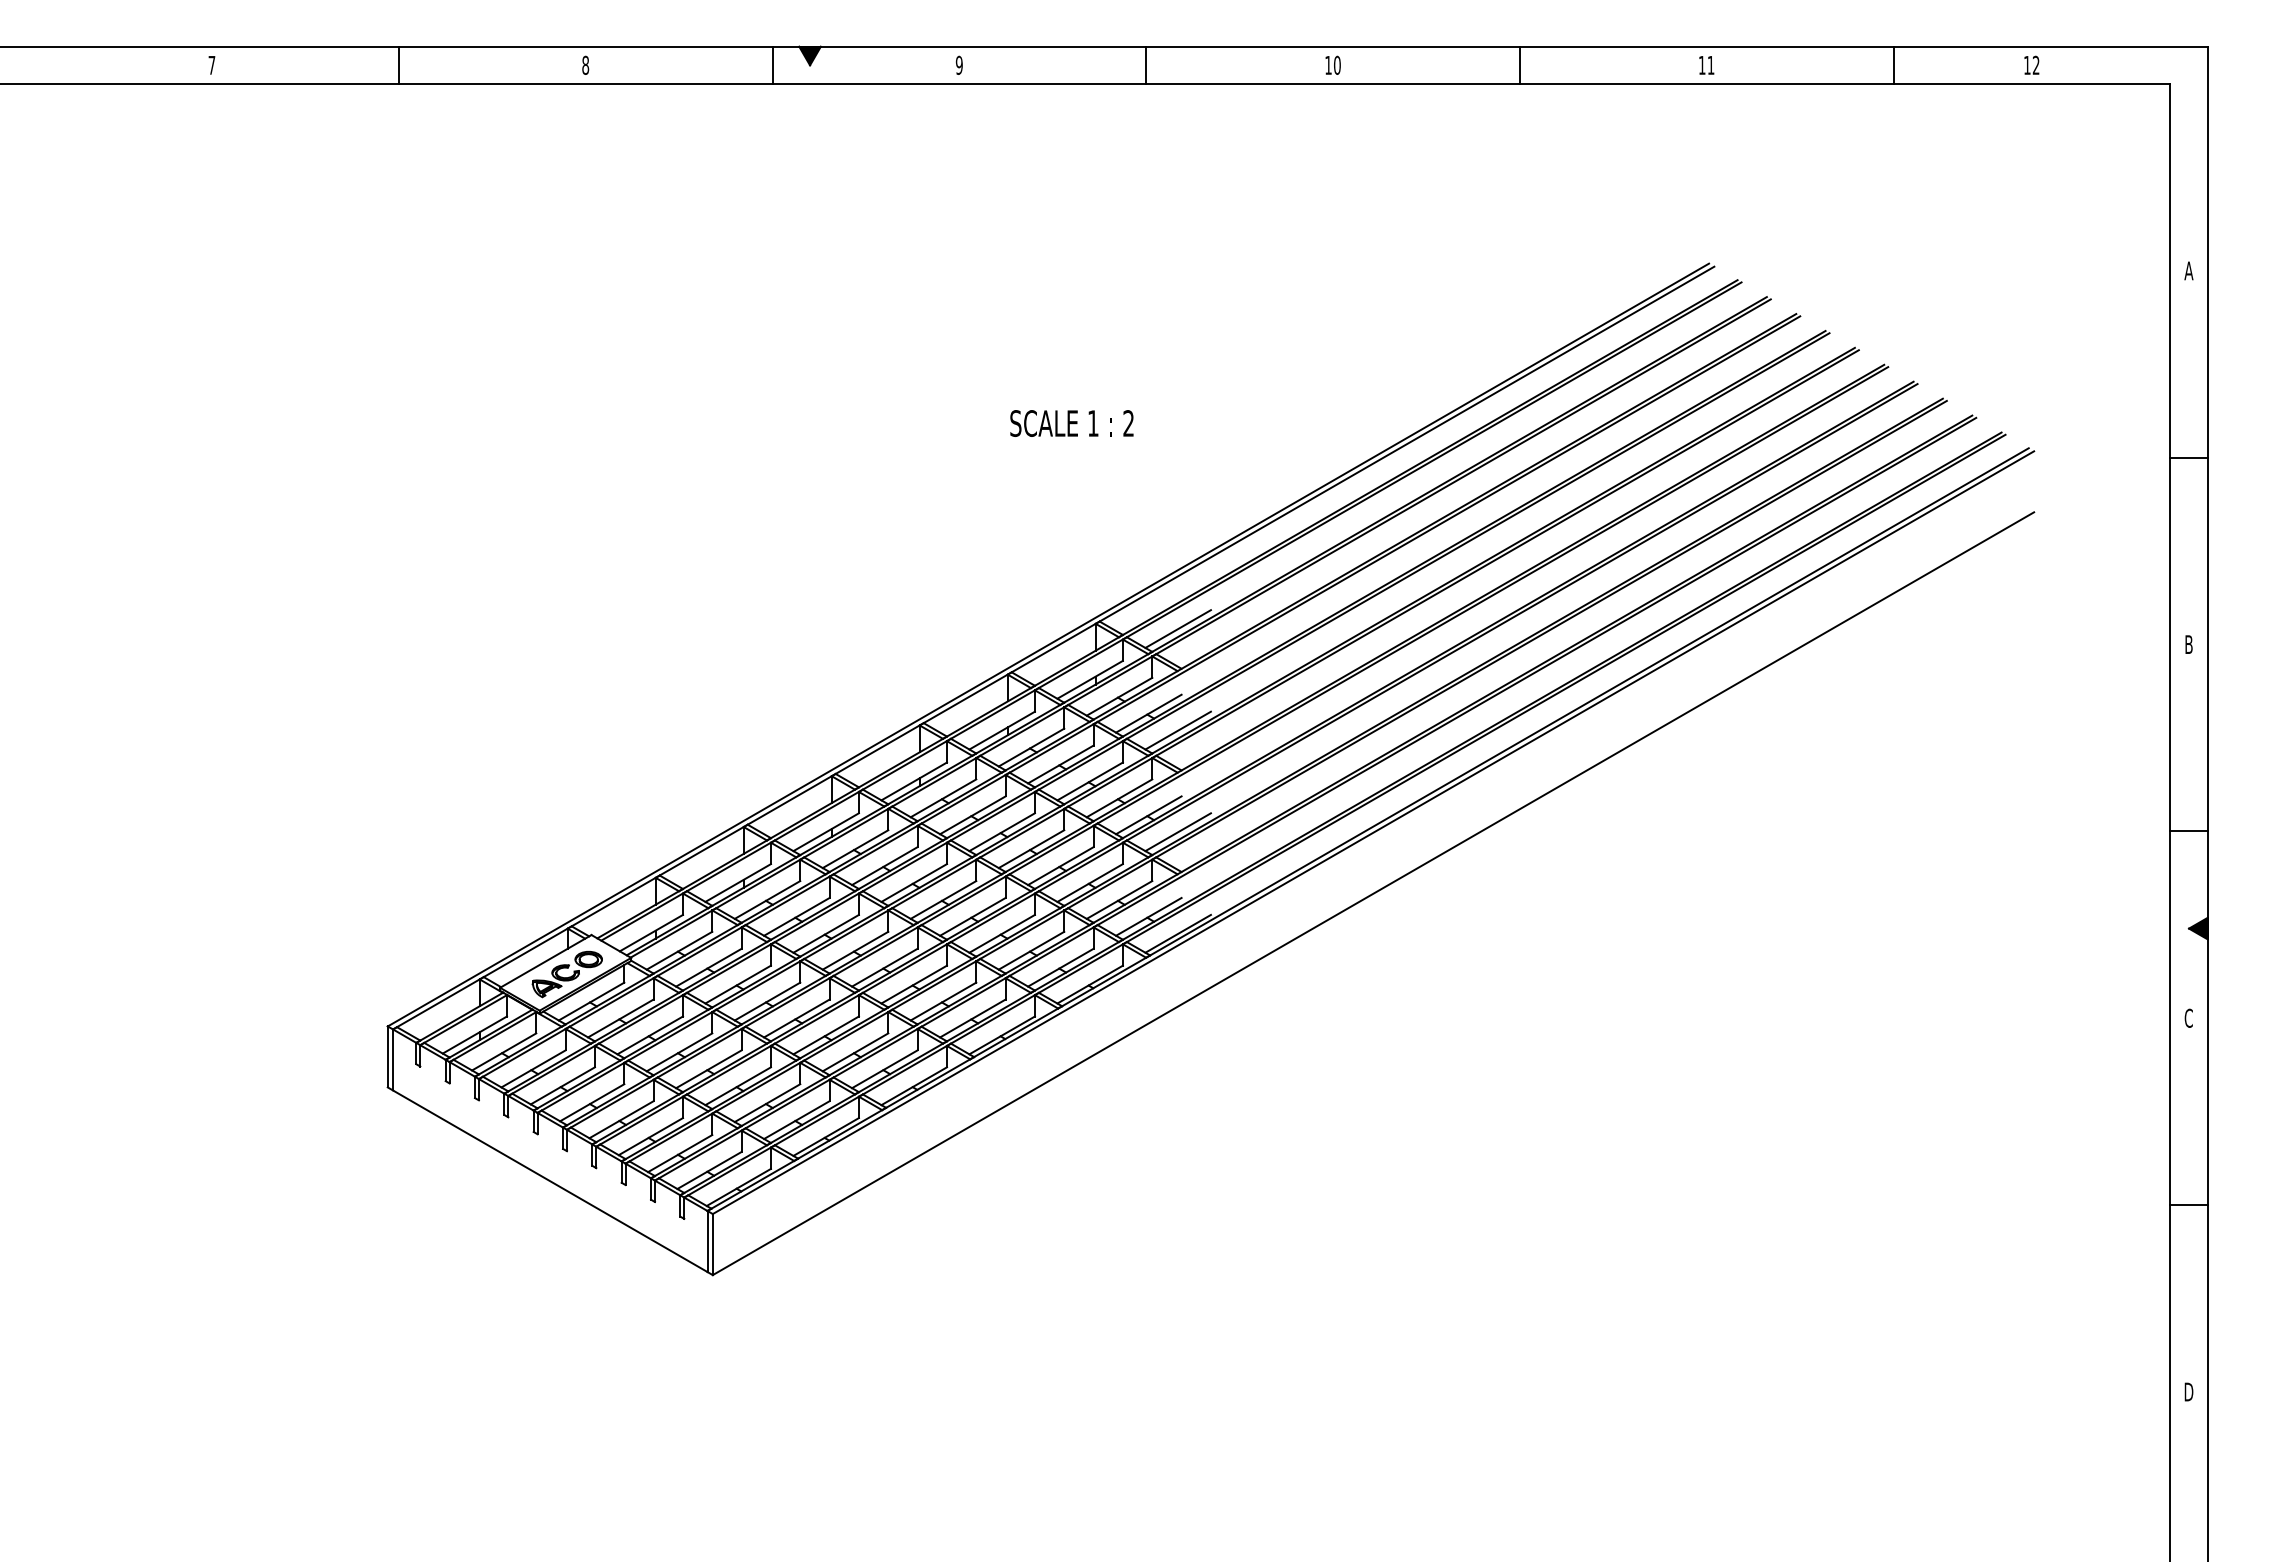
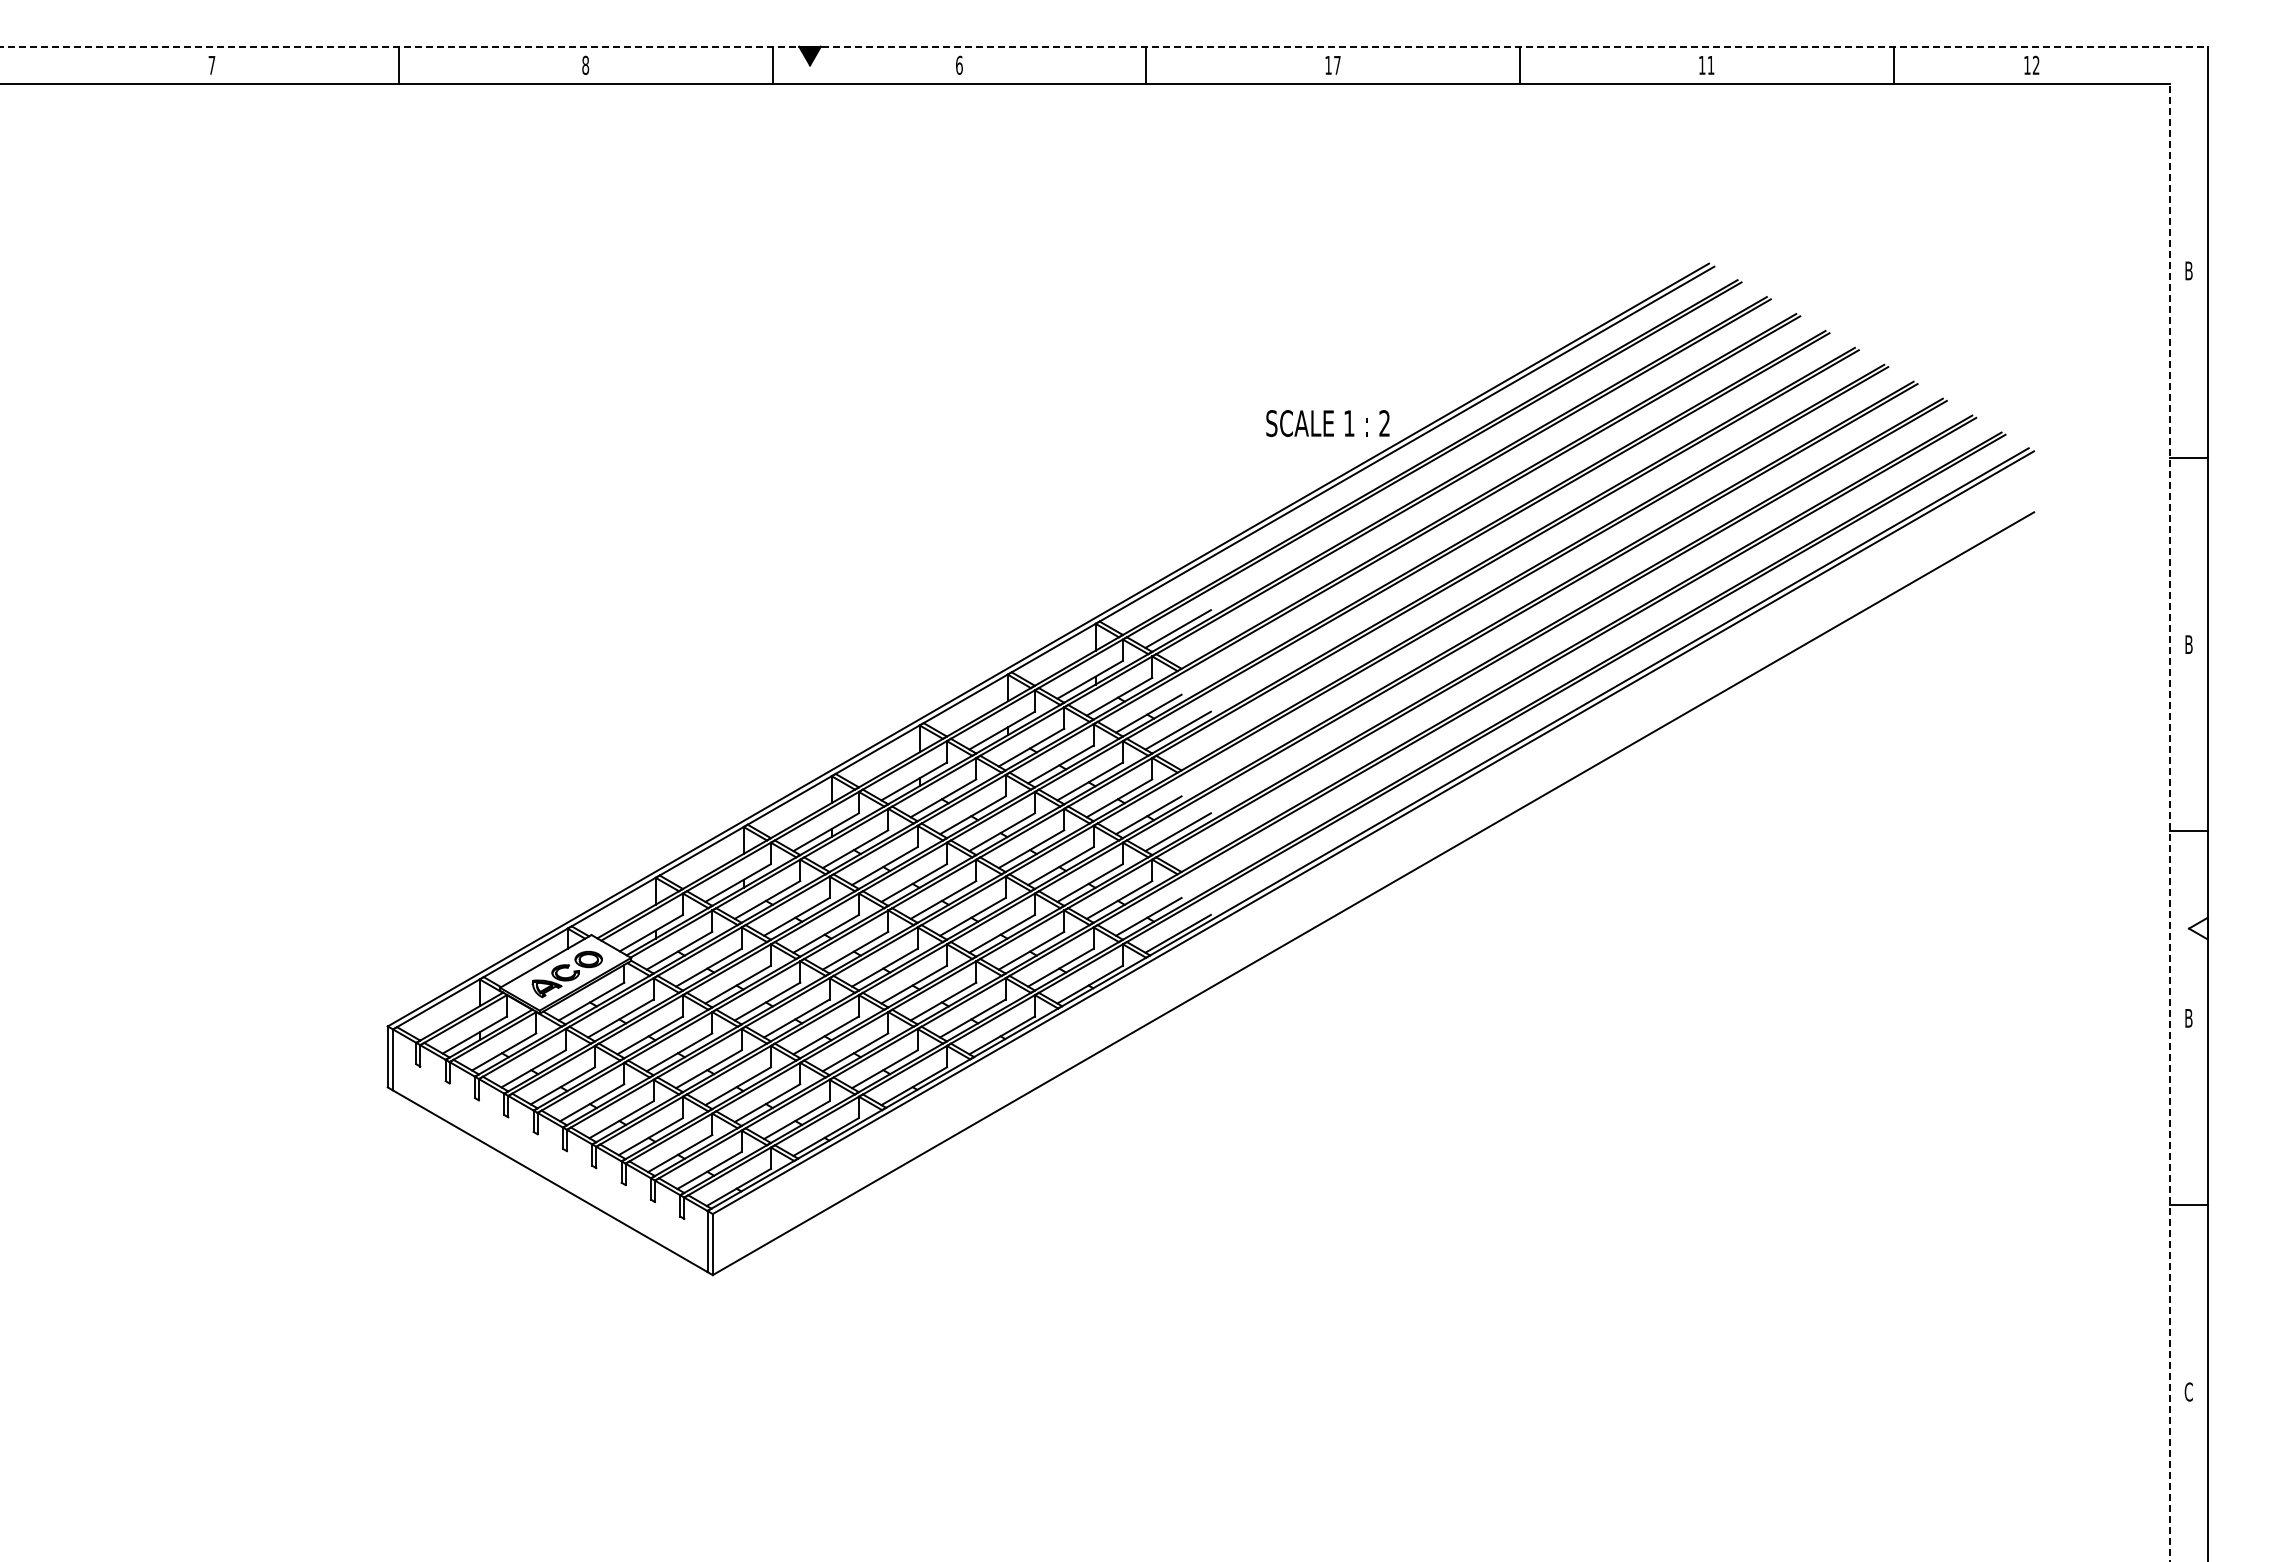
line at (1103, 46): solid -> dashed
text at (958, 64): 9 -> 6
text at (1337, 64): 10 -> 17
text at (2188, 270): A -> B
text at (1071, 423) position: (1071, 423) -> (1327, 423)
line at (2170, 822): solid -> dashed
fill at (2198, 928): present -> none
text at (2188, 1017): C -> B
text at (2188, 1391): D -> C
